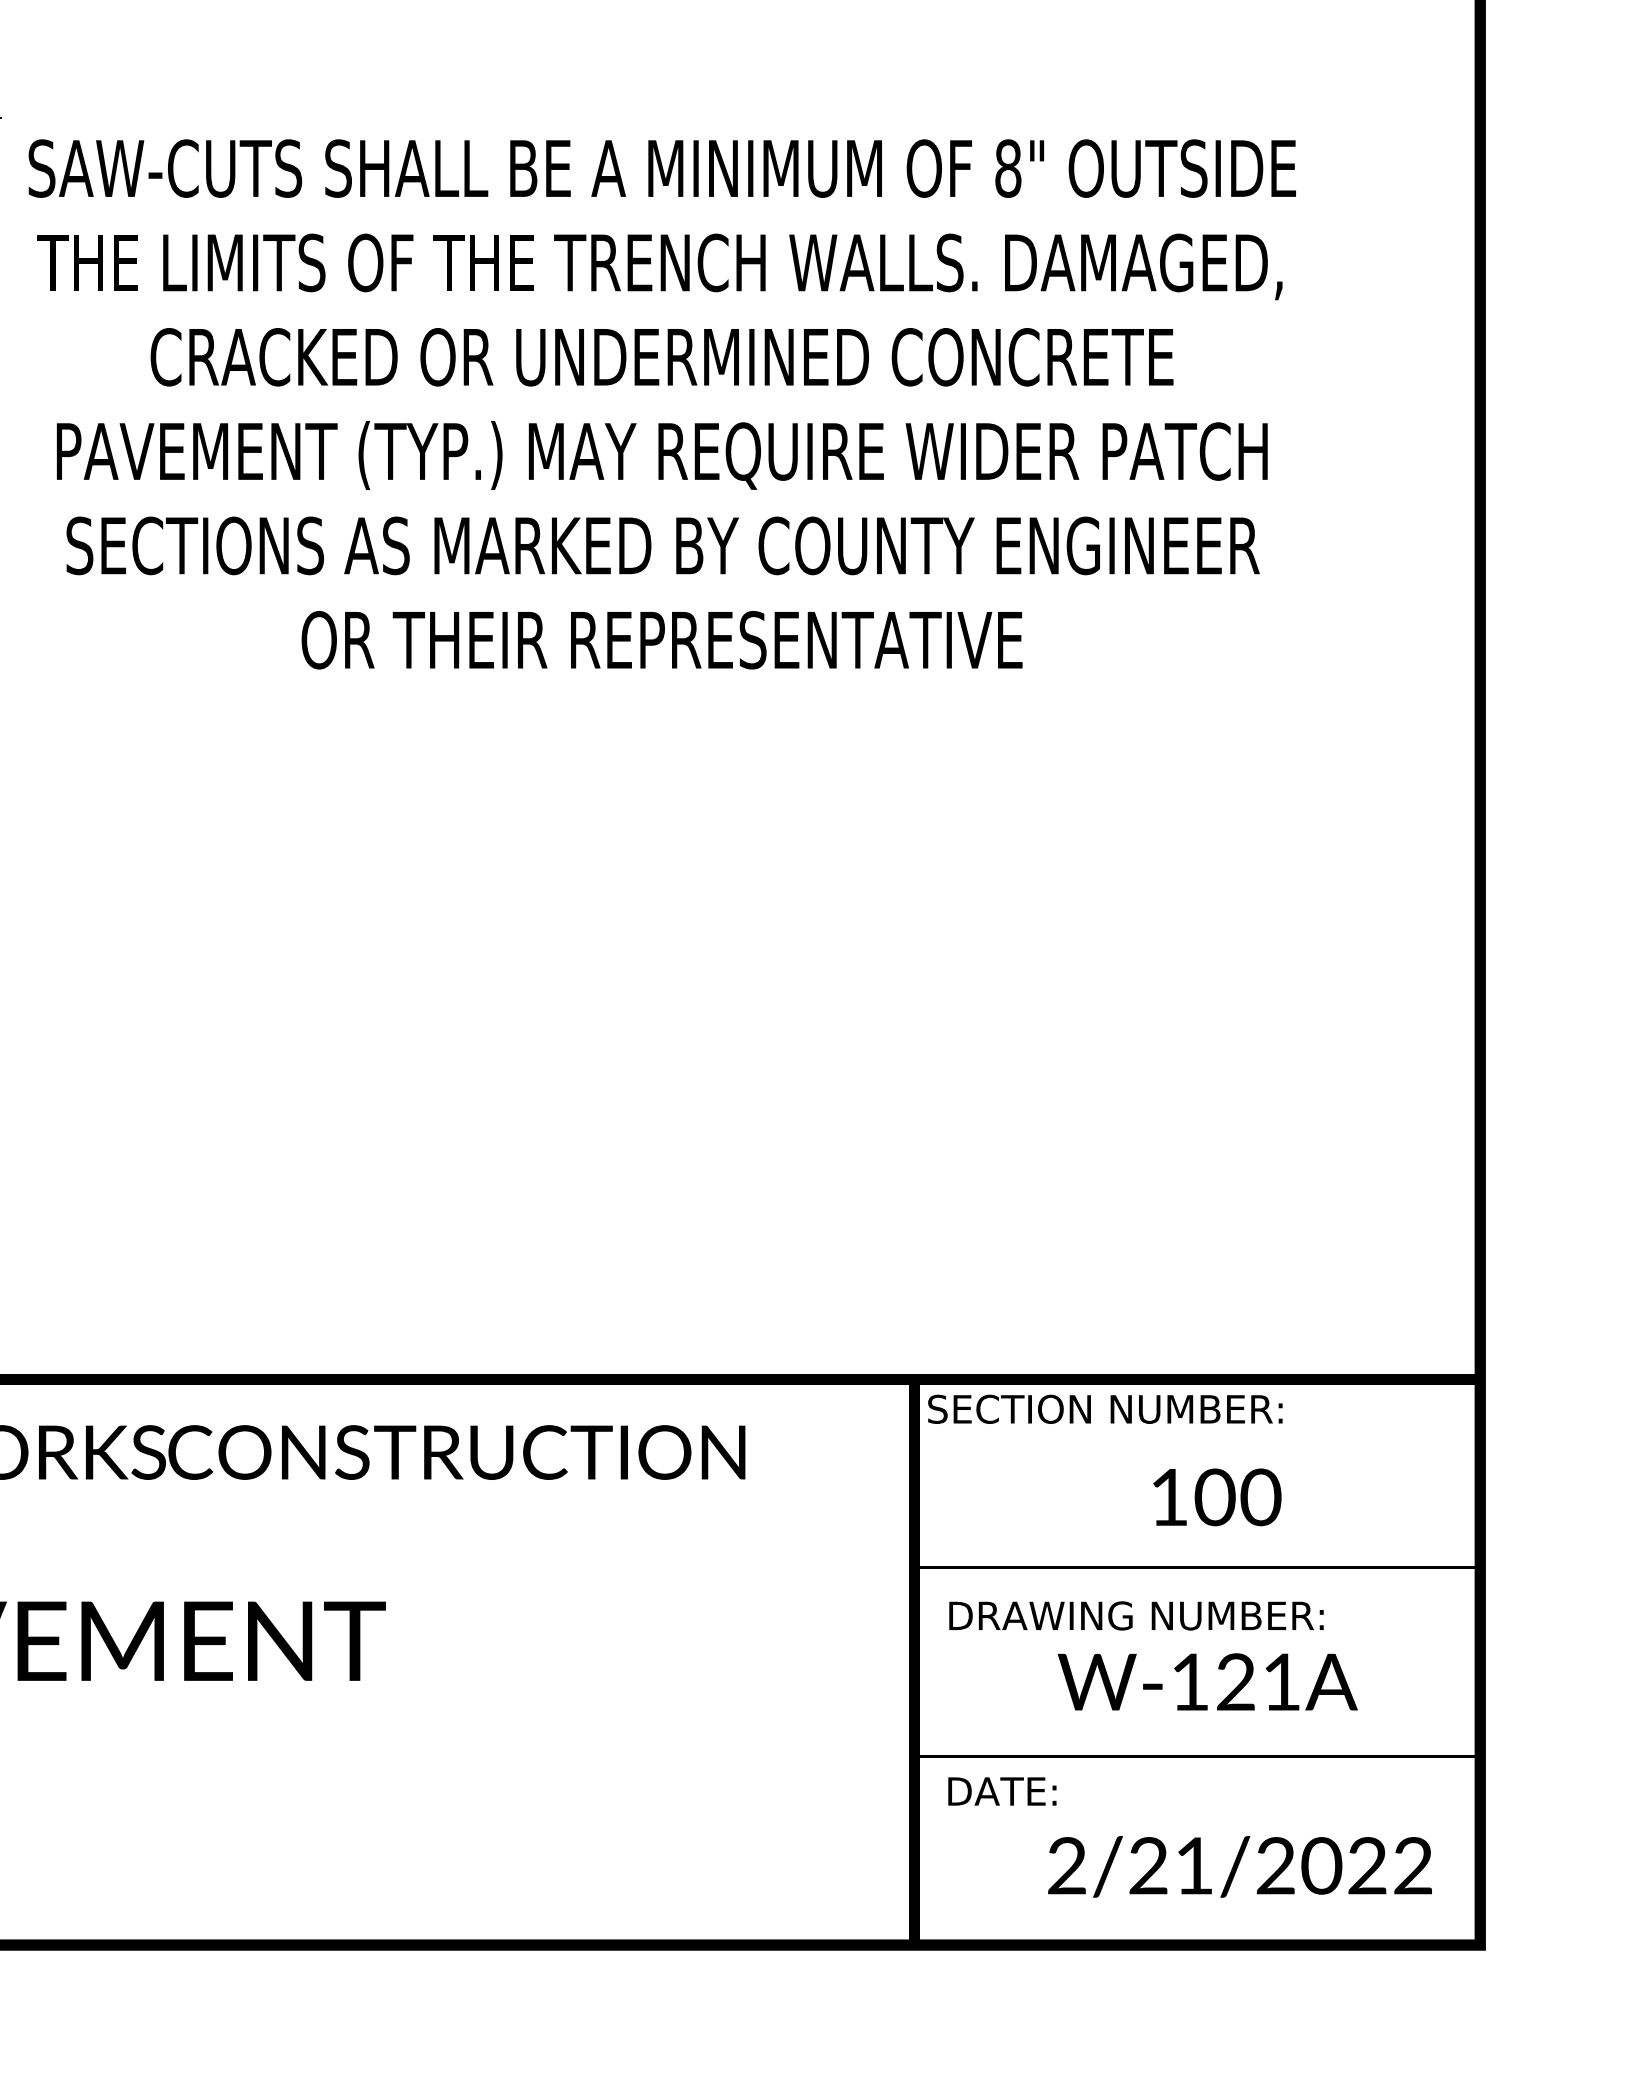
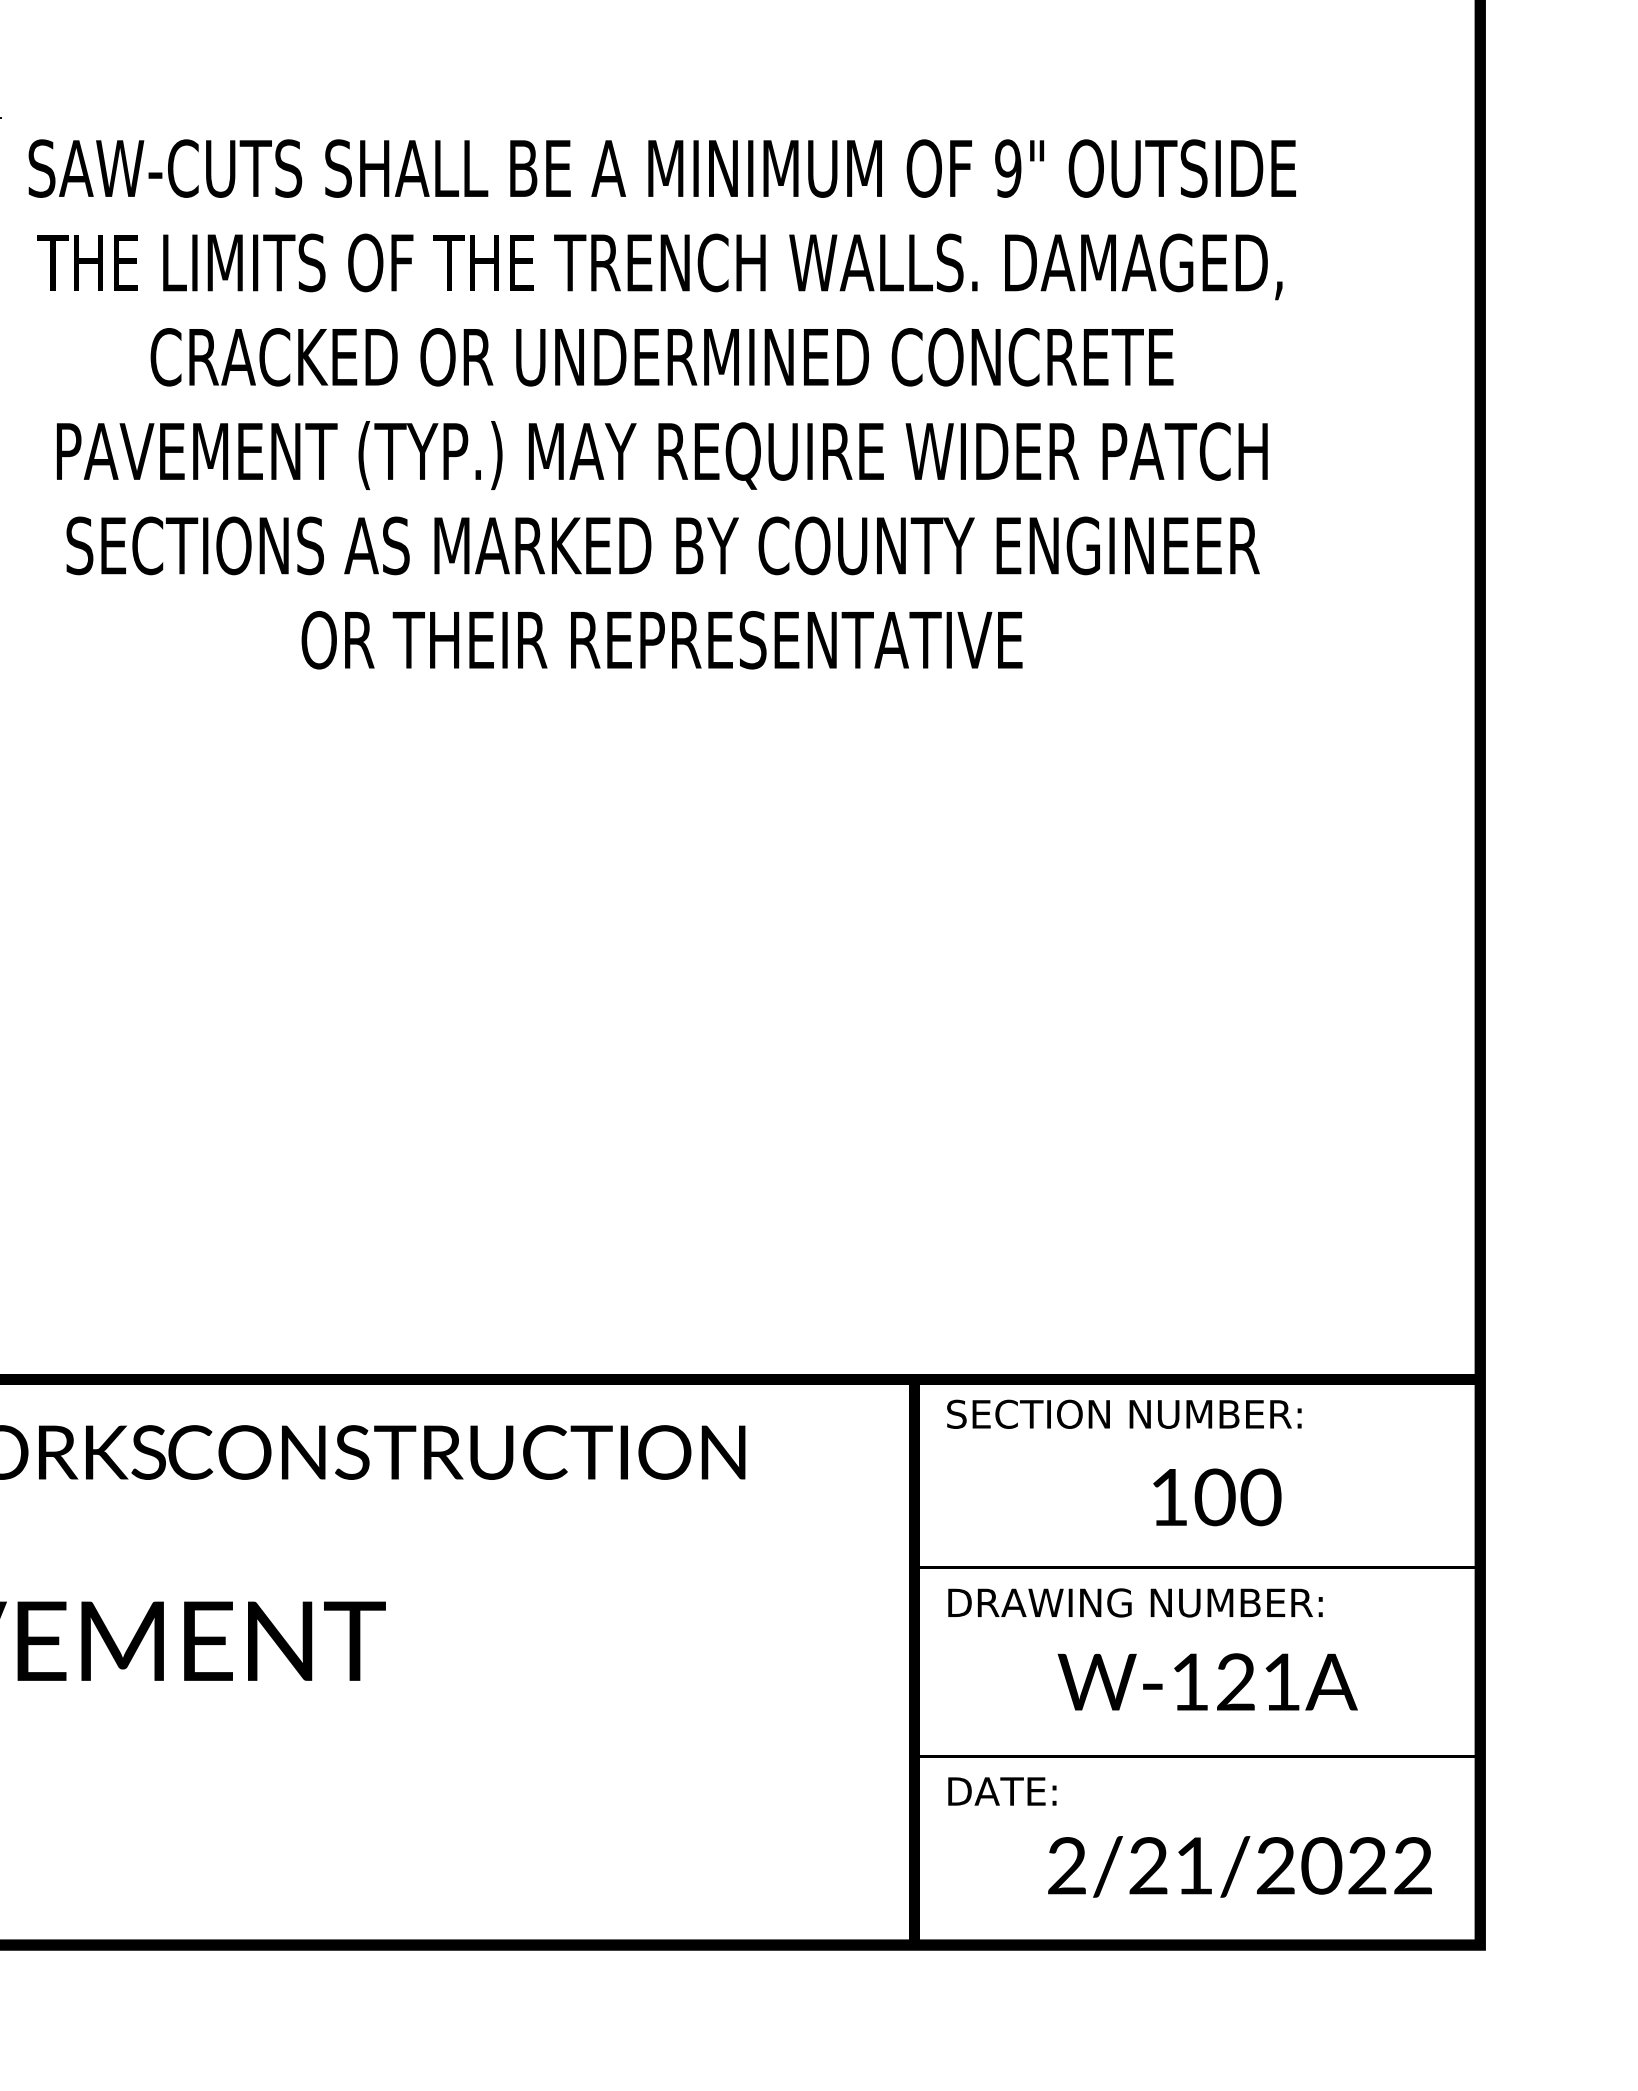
text at (1008, 168): 8" -> 9"
text at (1105, 1408) position: (1105, 1408) -> (1124, 1413)
text at (1136, 1615) position: (1136, 1615) -> (1135, 1602)
